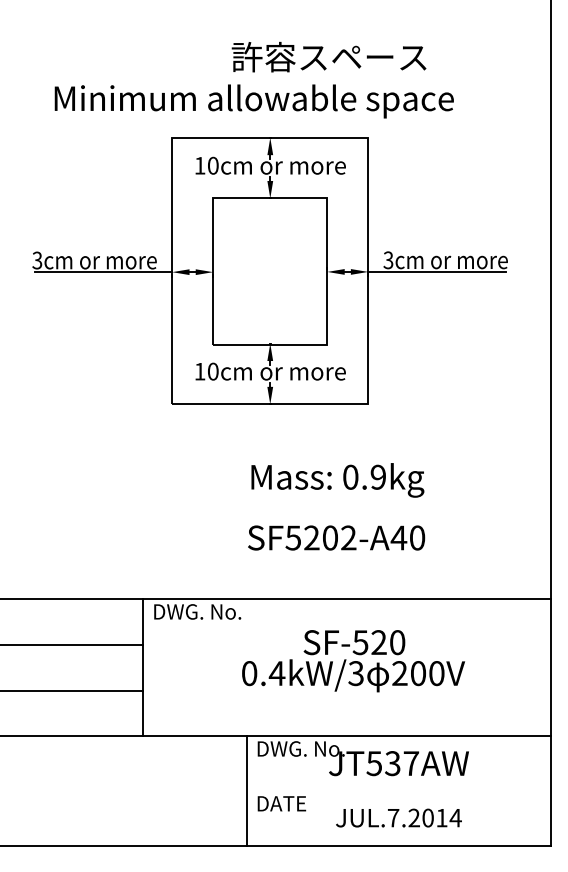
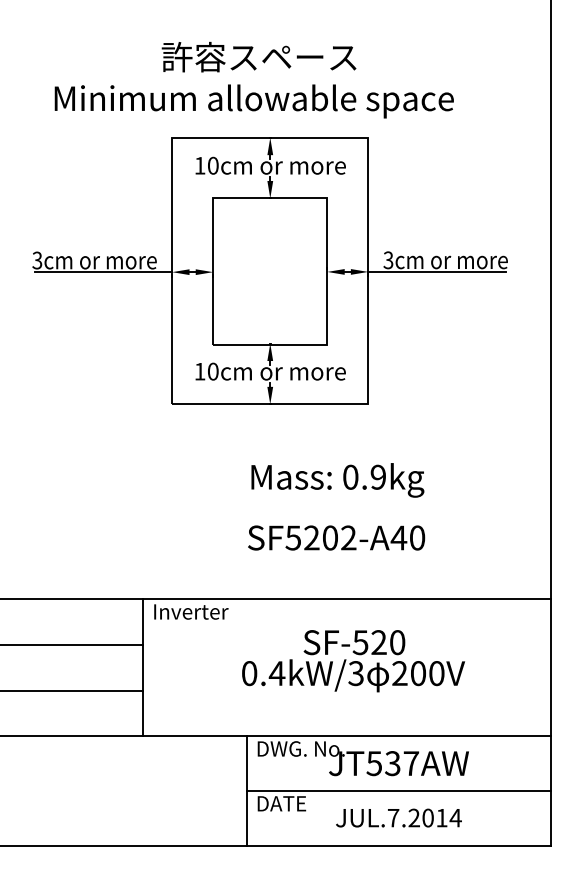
text at (328, 56) position: (328, 56) -> (258, 56)
text at (198, 611): DWG. No. -> Inverter
line at (398, 791): none -> present
